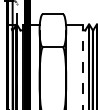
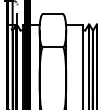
line at (82, 66): dashed -> solid
